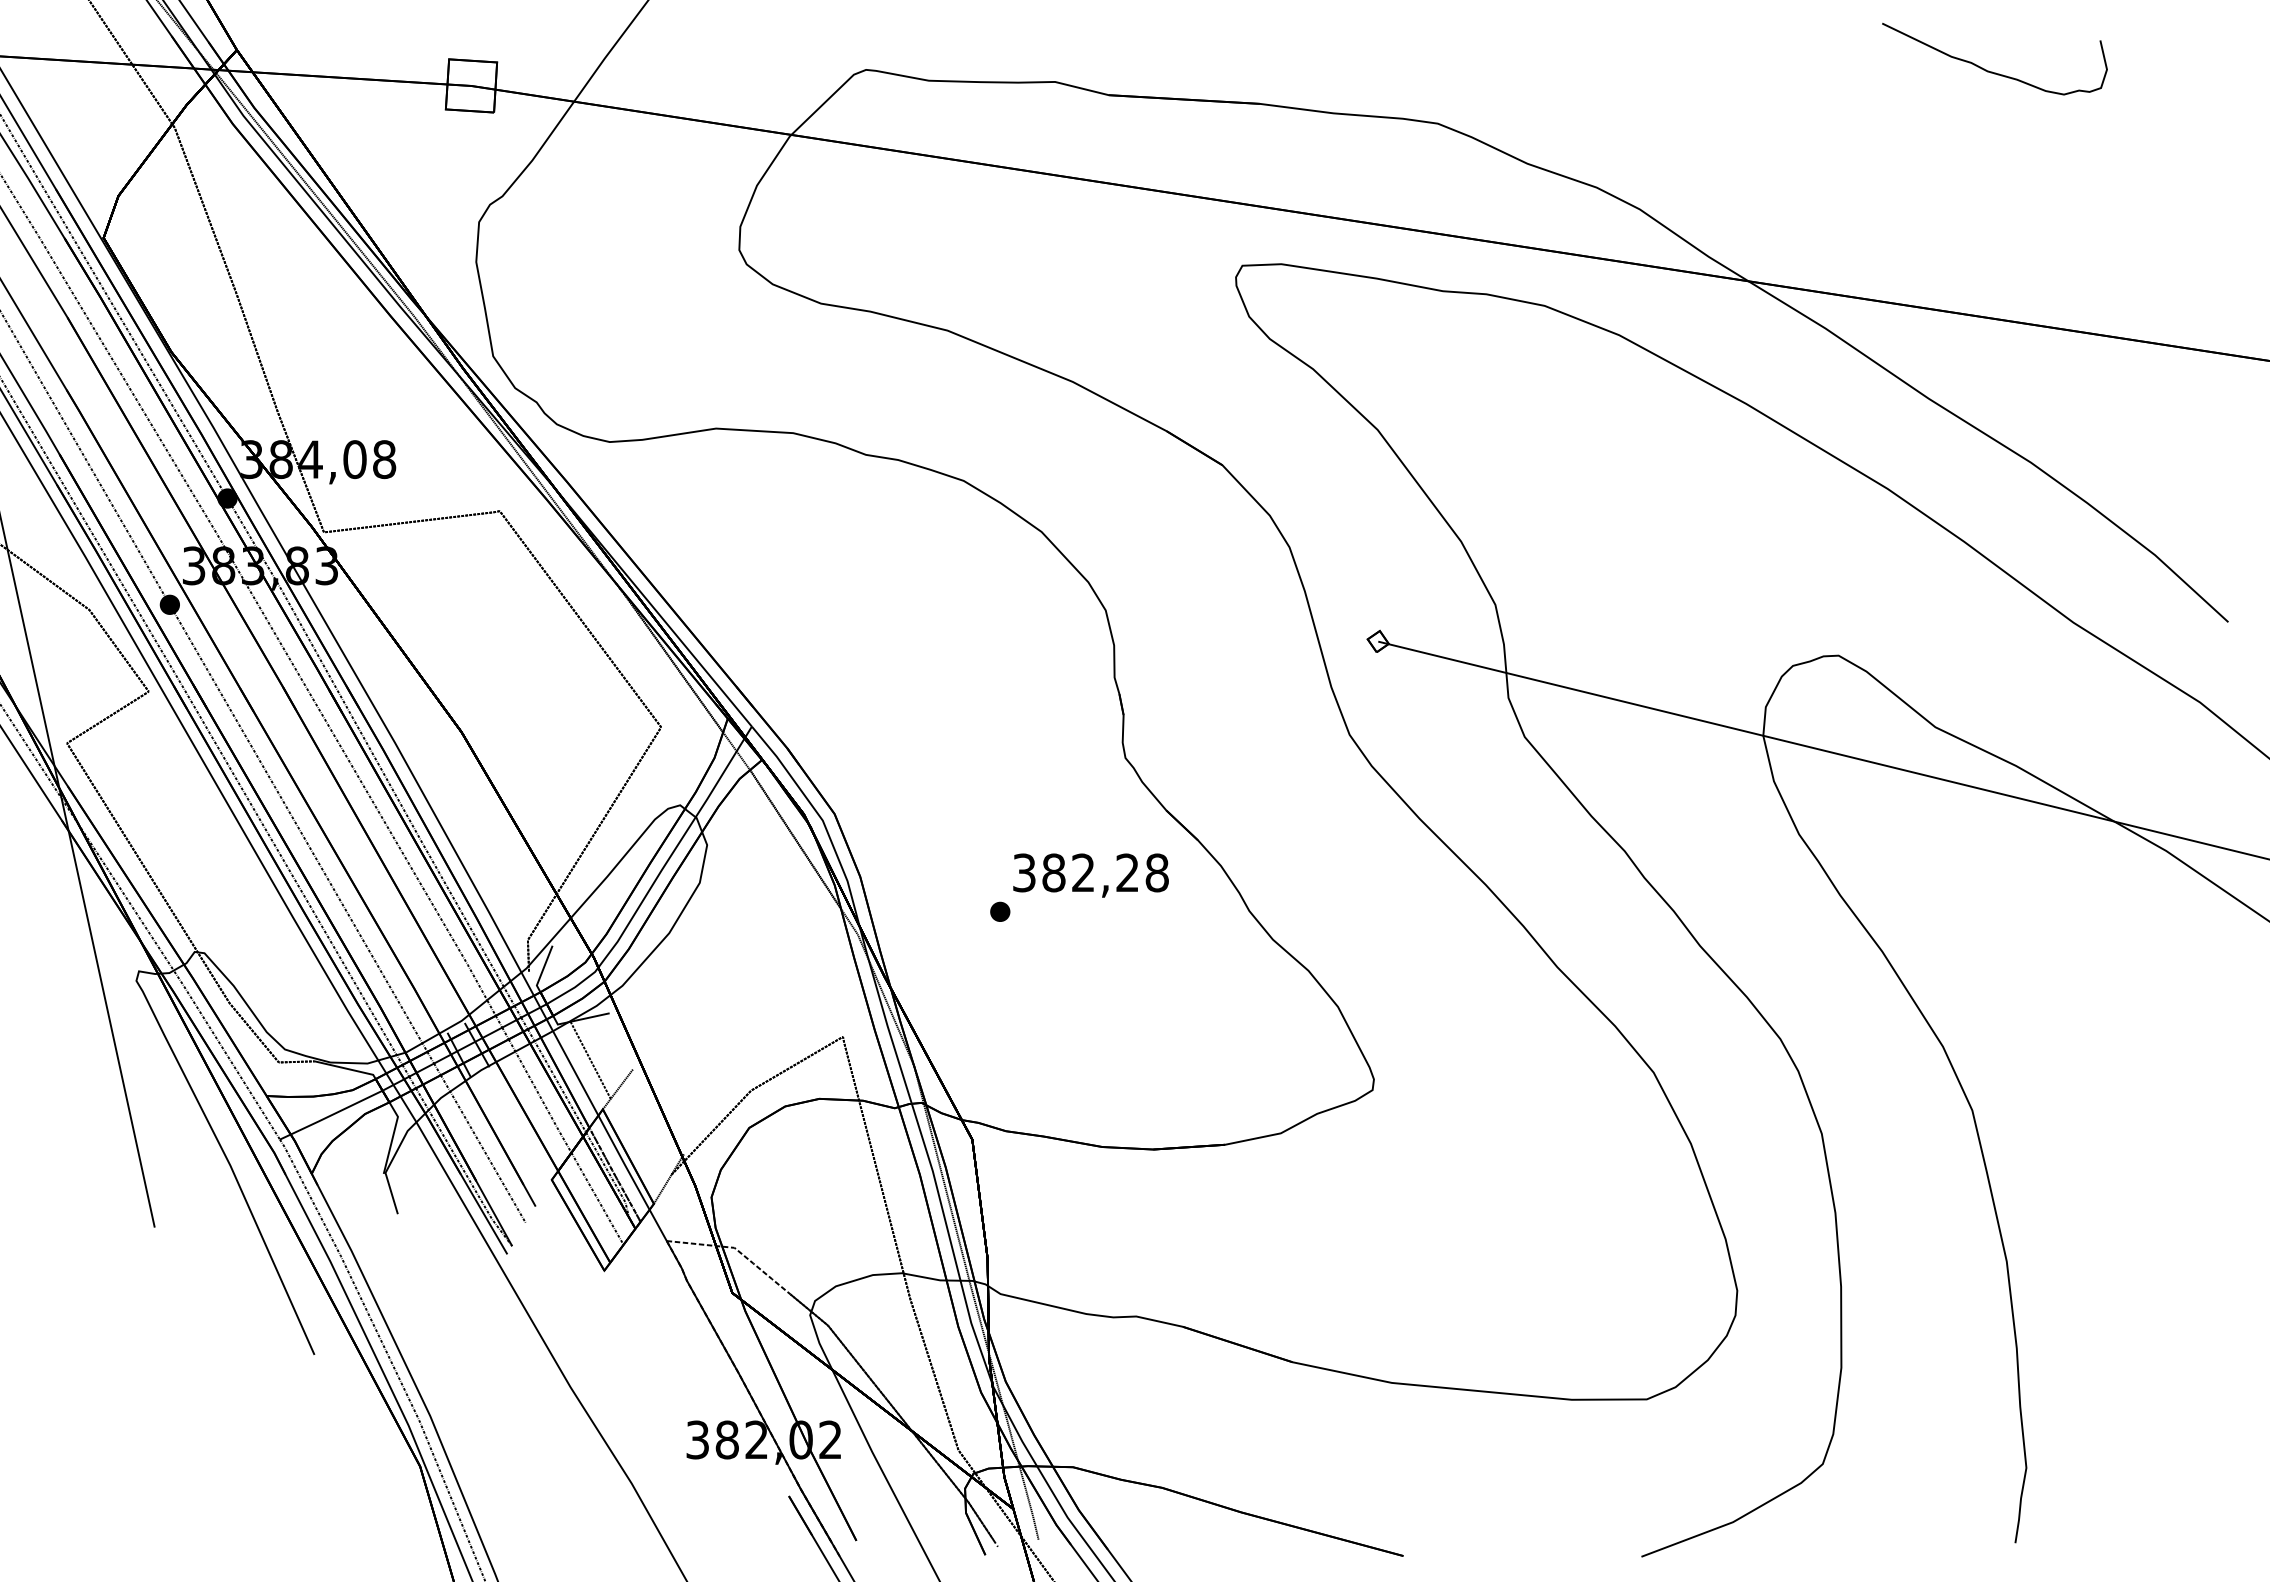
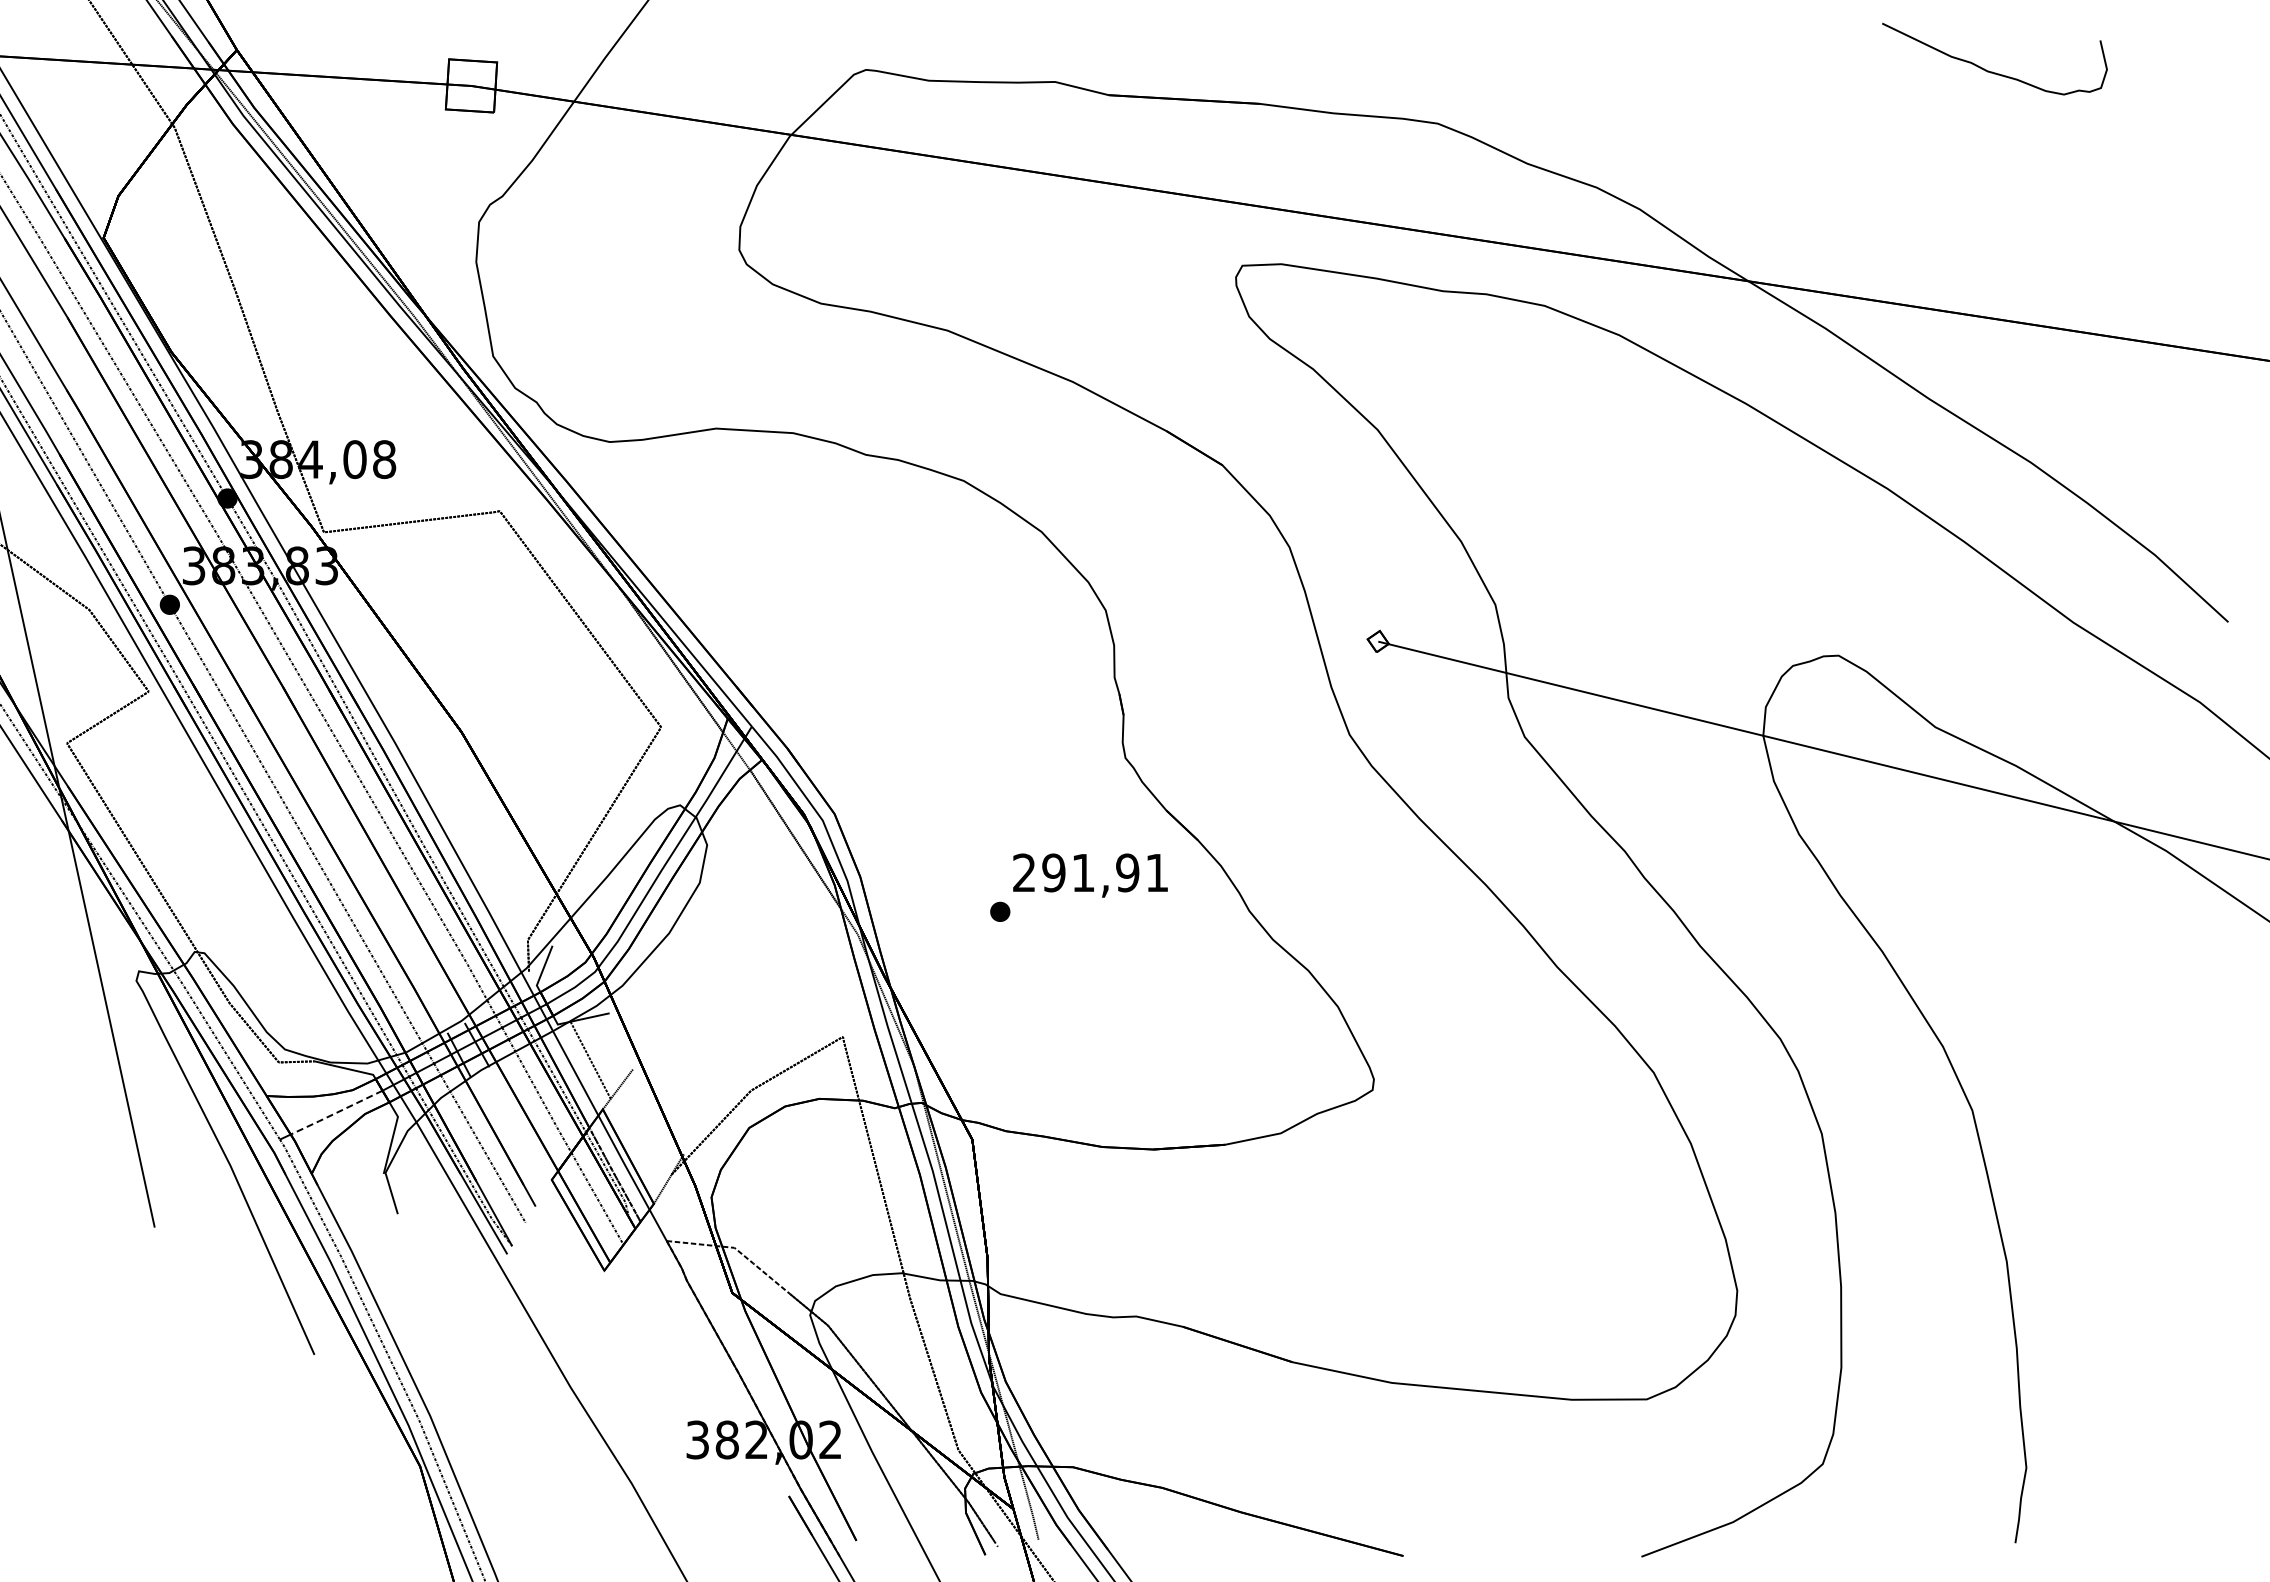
text at (1090, 872): 382,28 -> 291,91
line at (336, 1113): solid -> dashed
